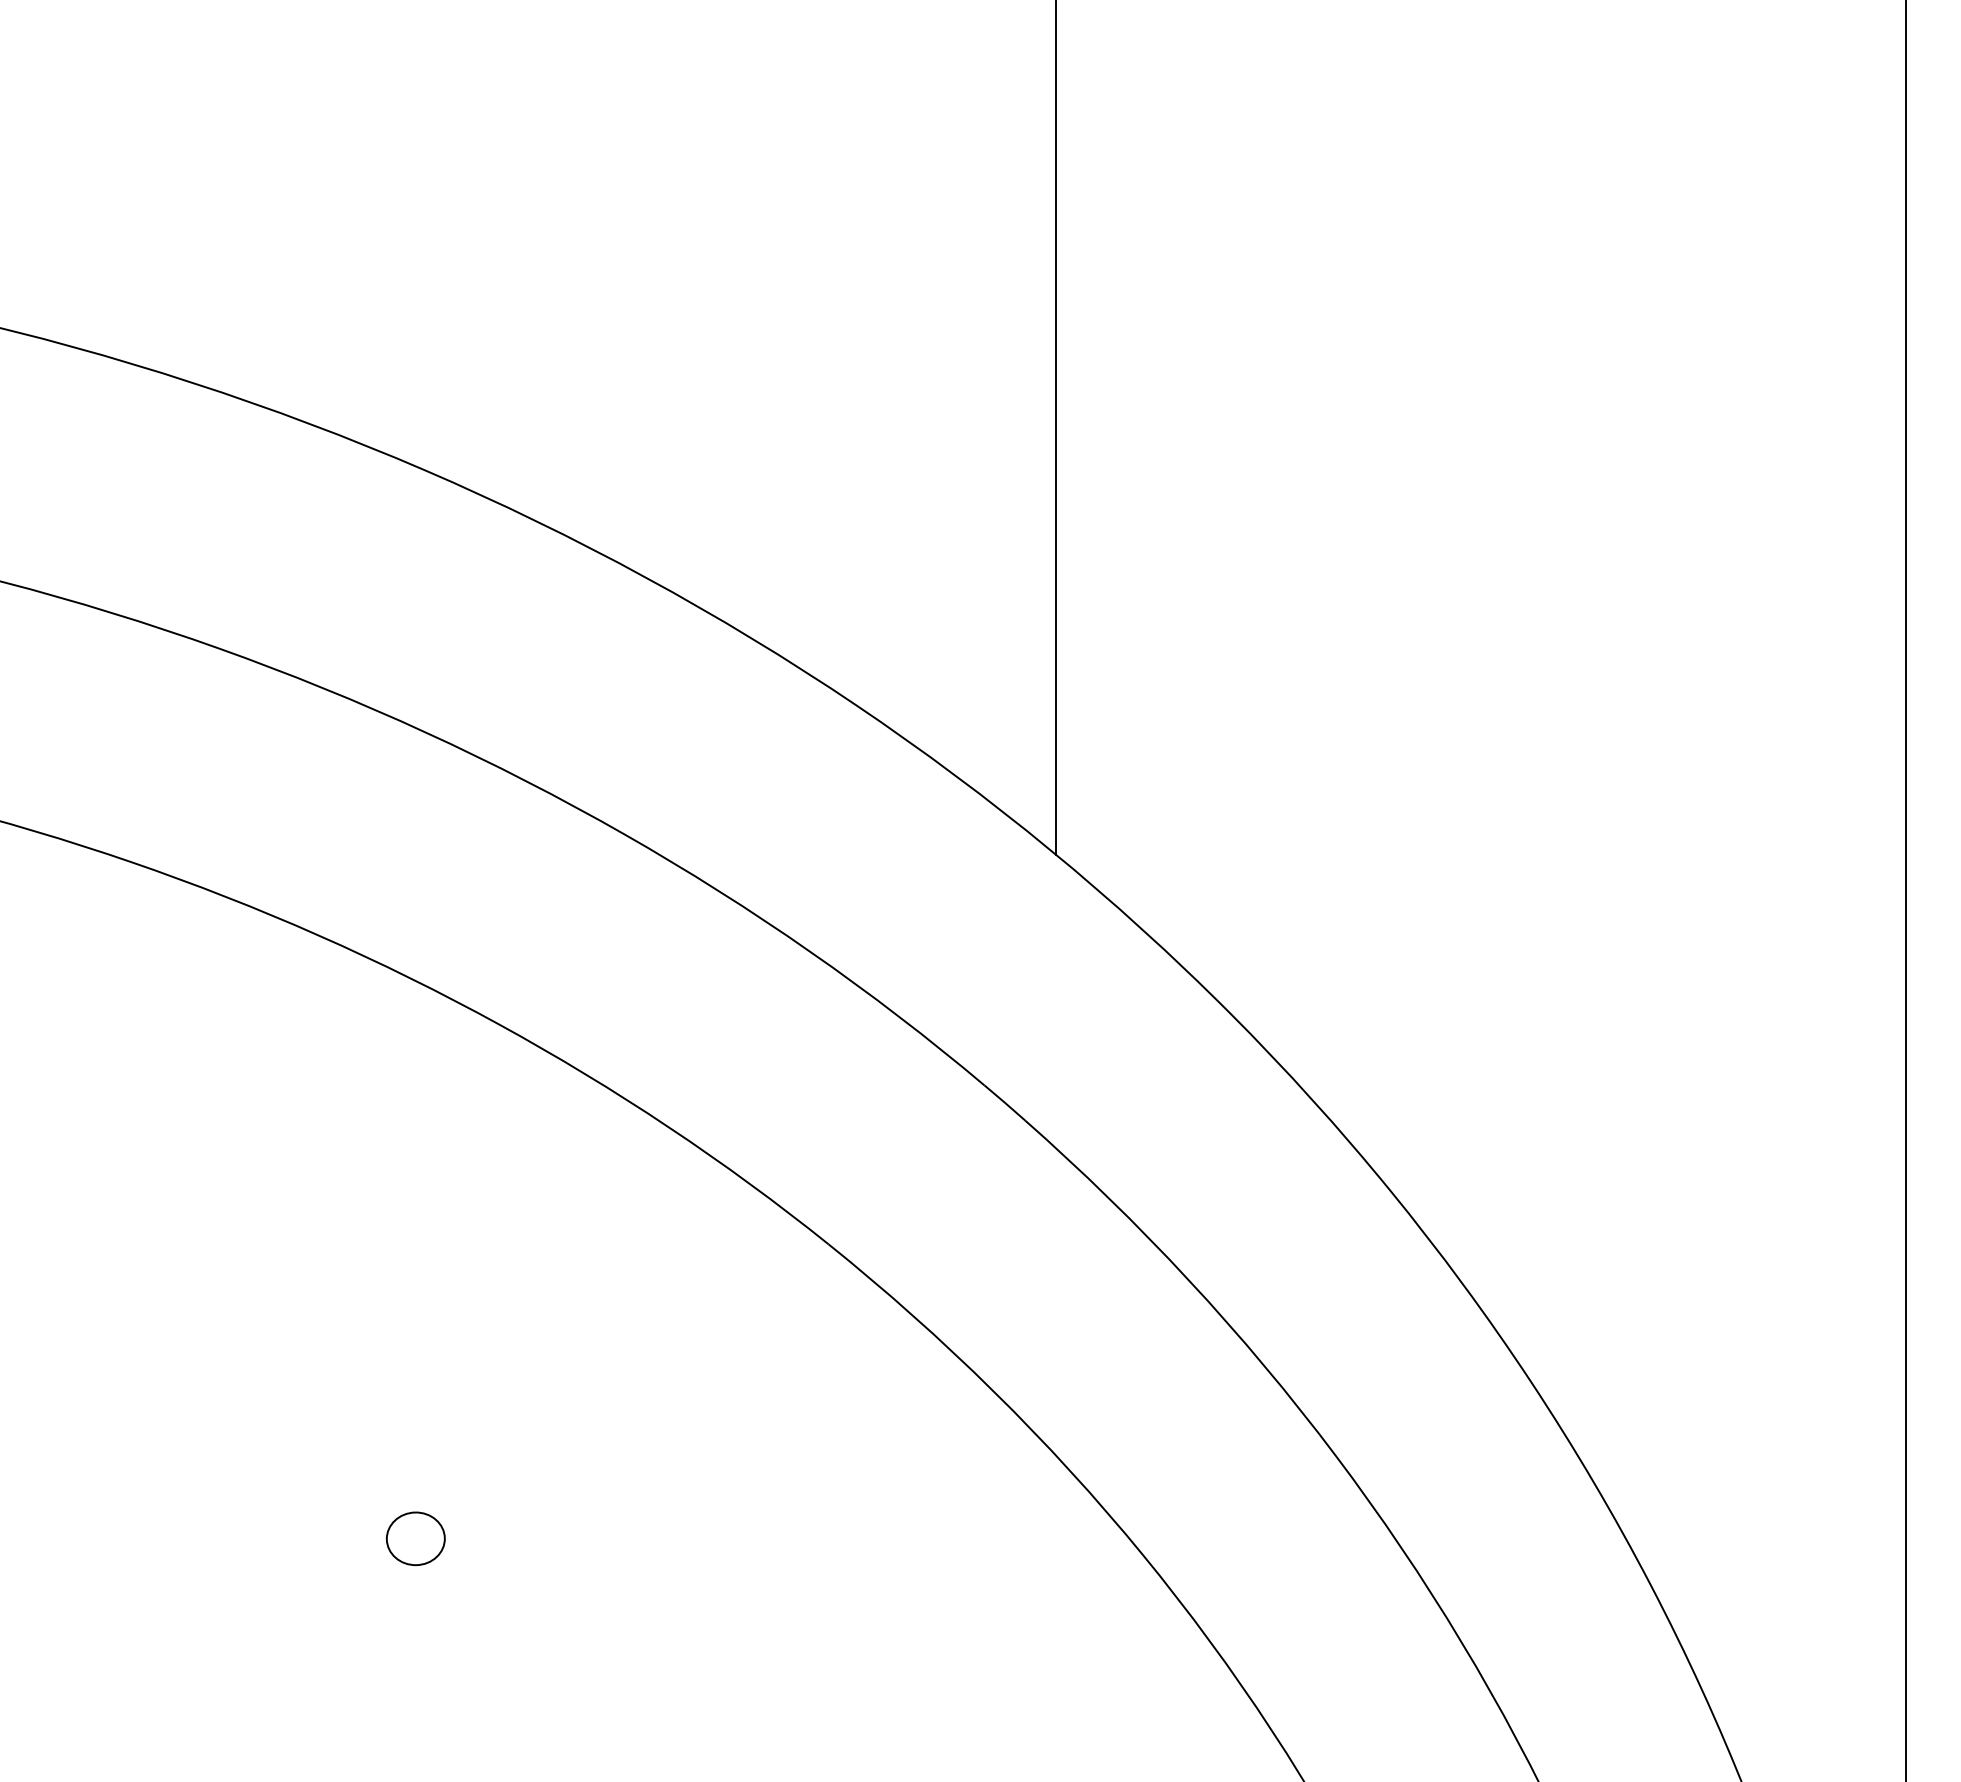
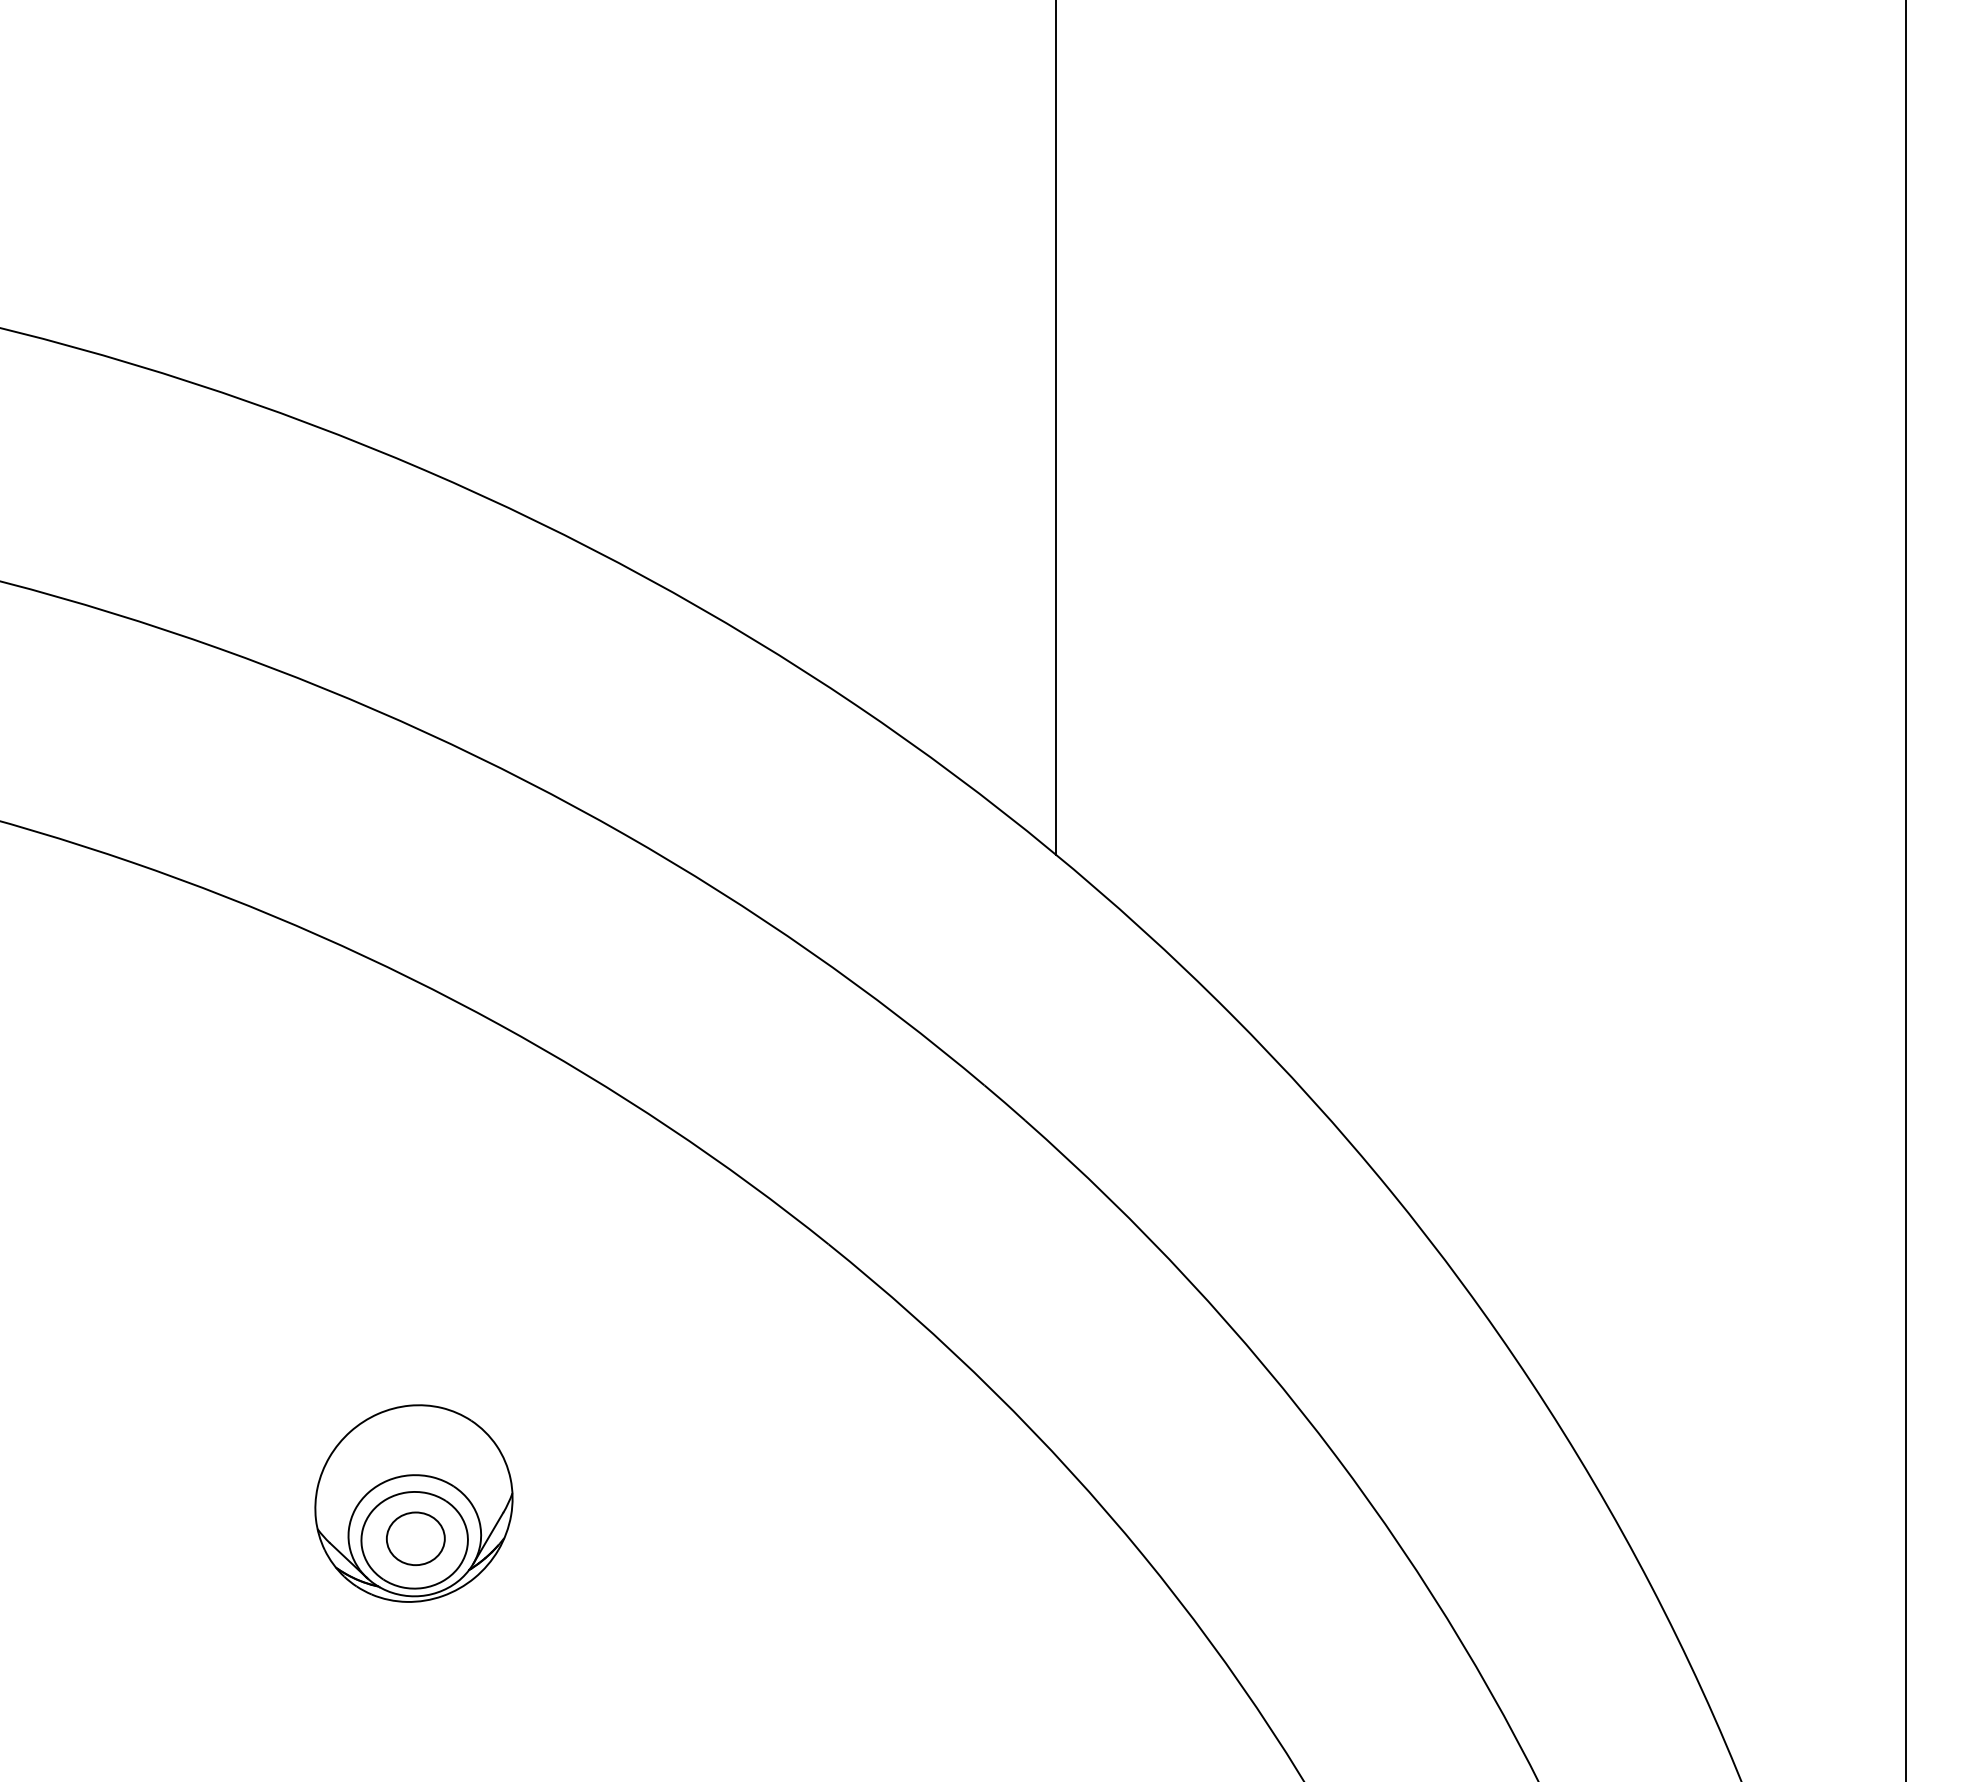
part at (413, 1503): none -> present
